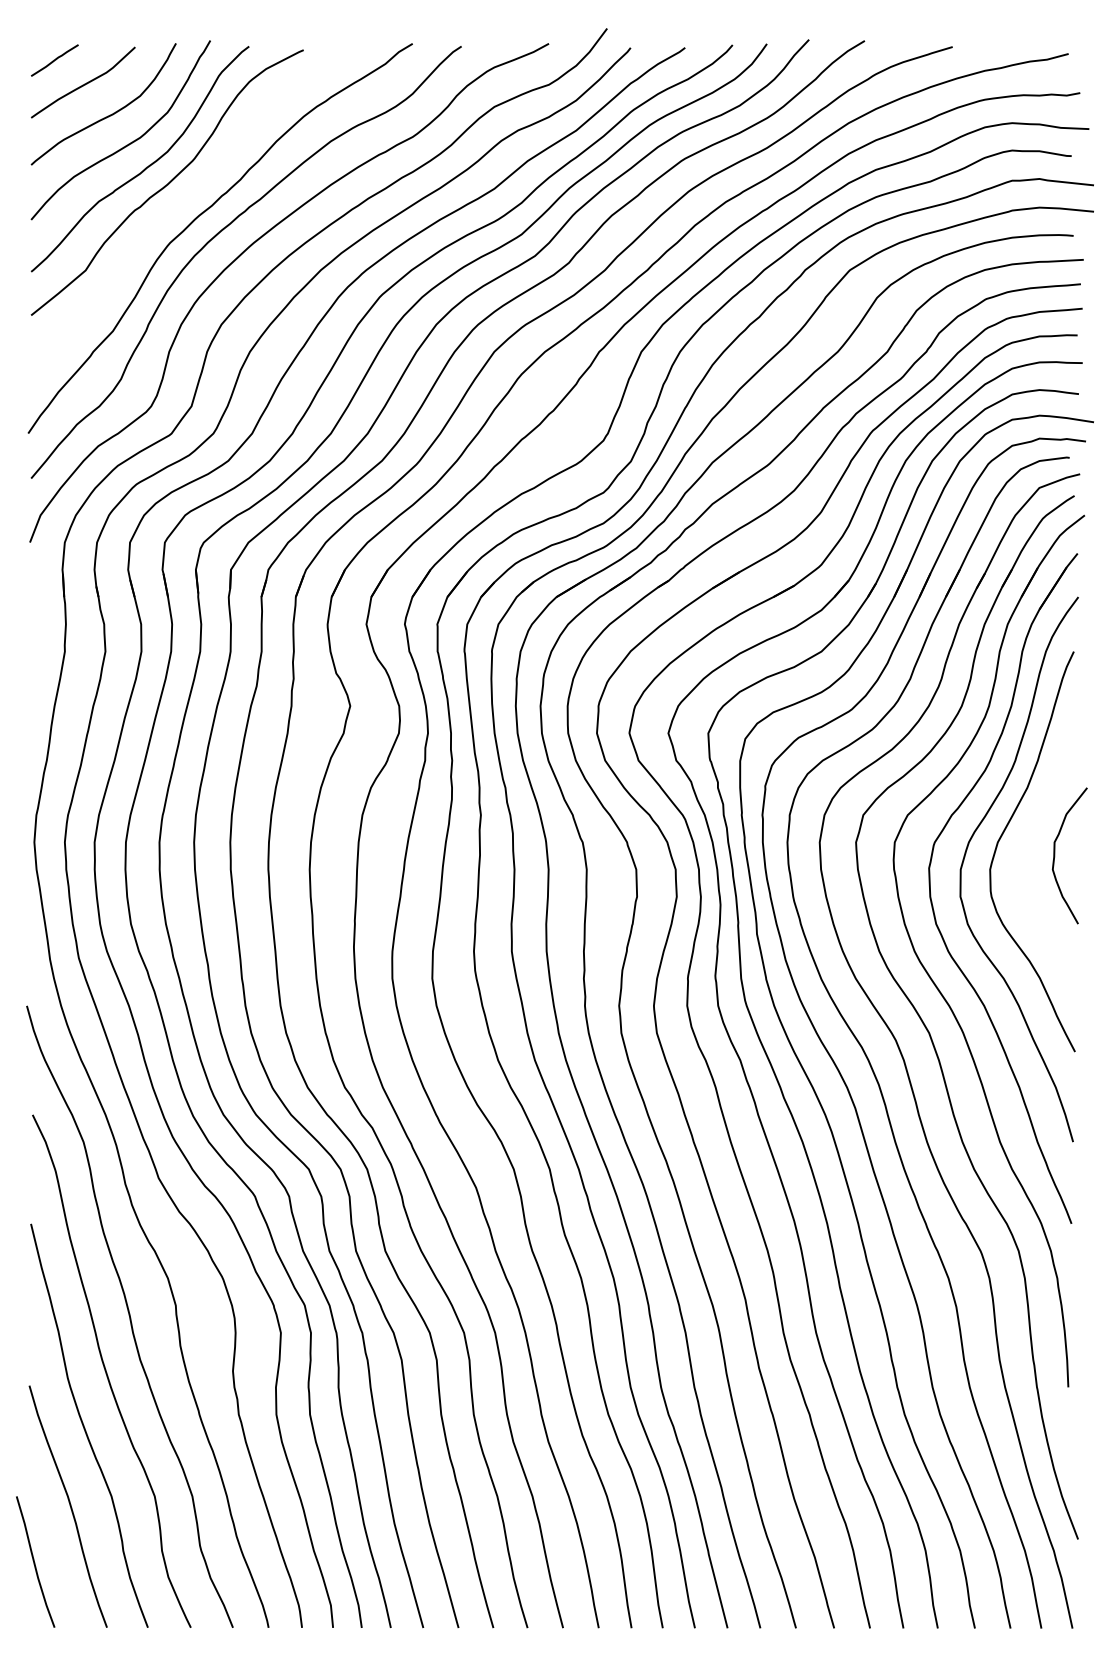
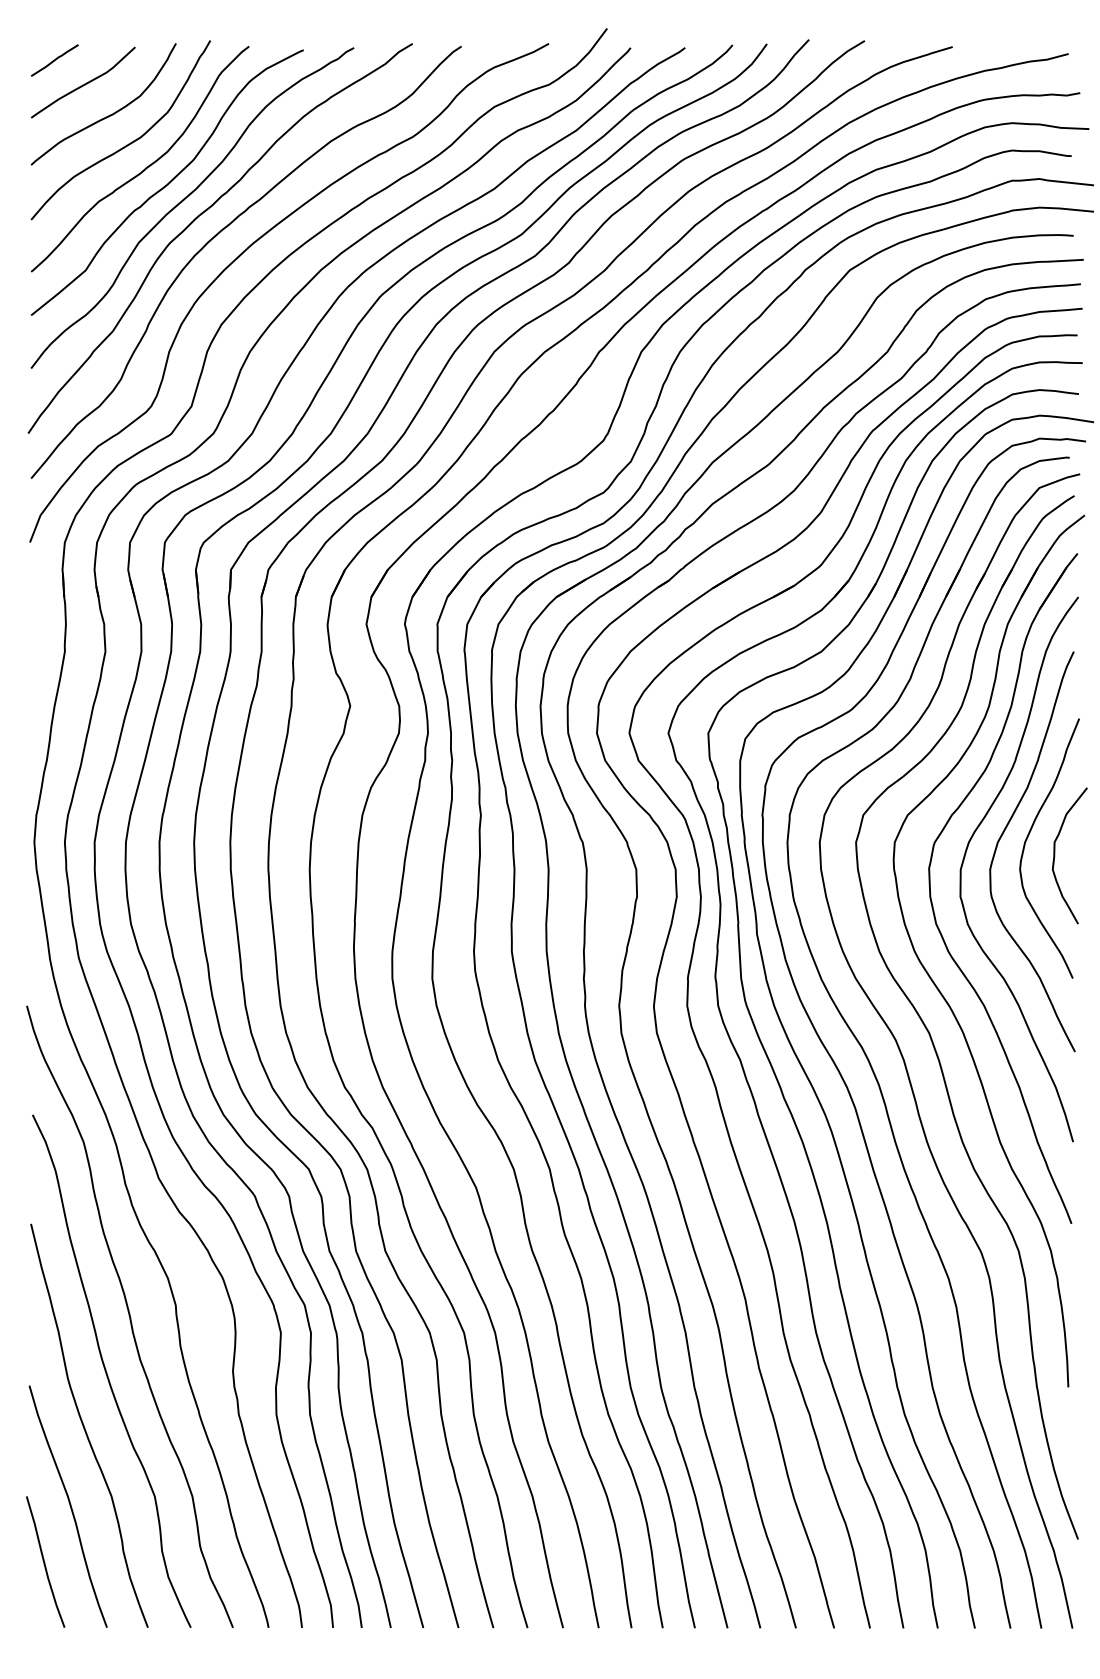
curve at (185, 199): none -> present
curve at (1028, 837): none -> present
curve at (34, 1561) position: (34, 1561) -> (44, 1561)
